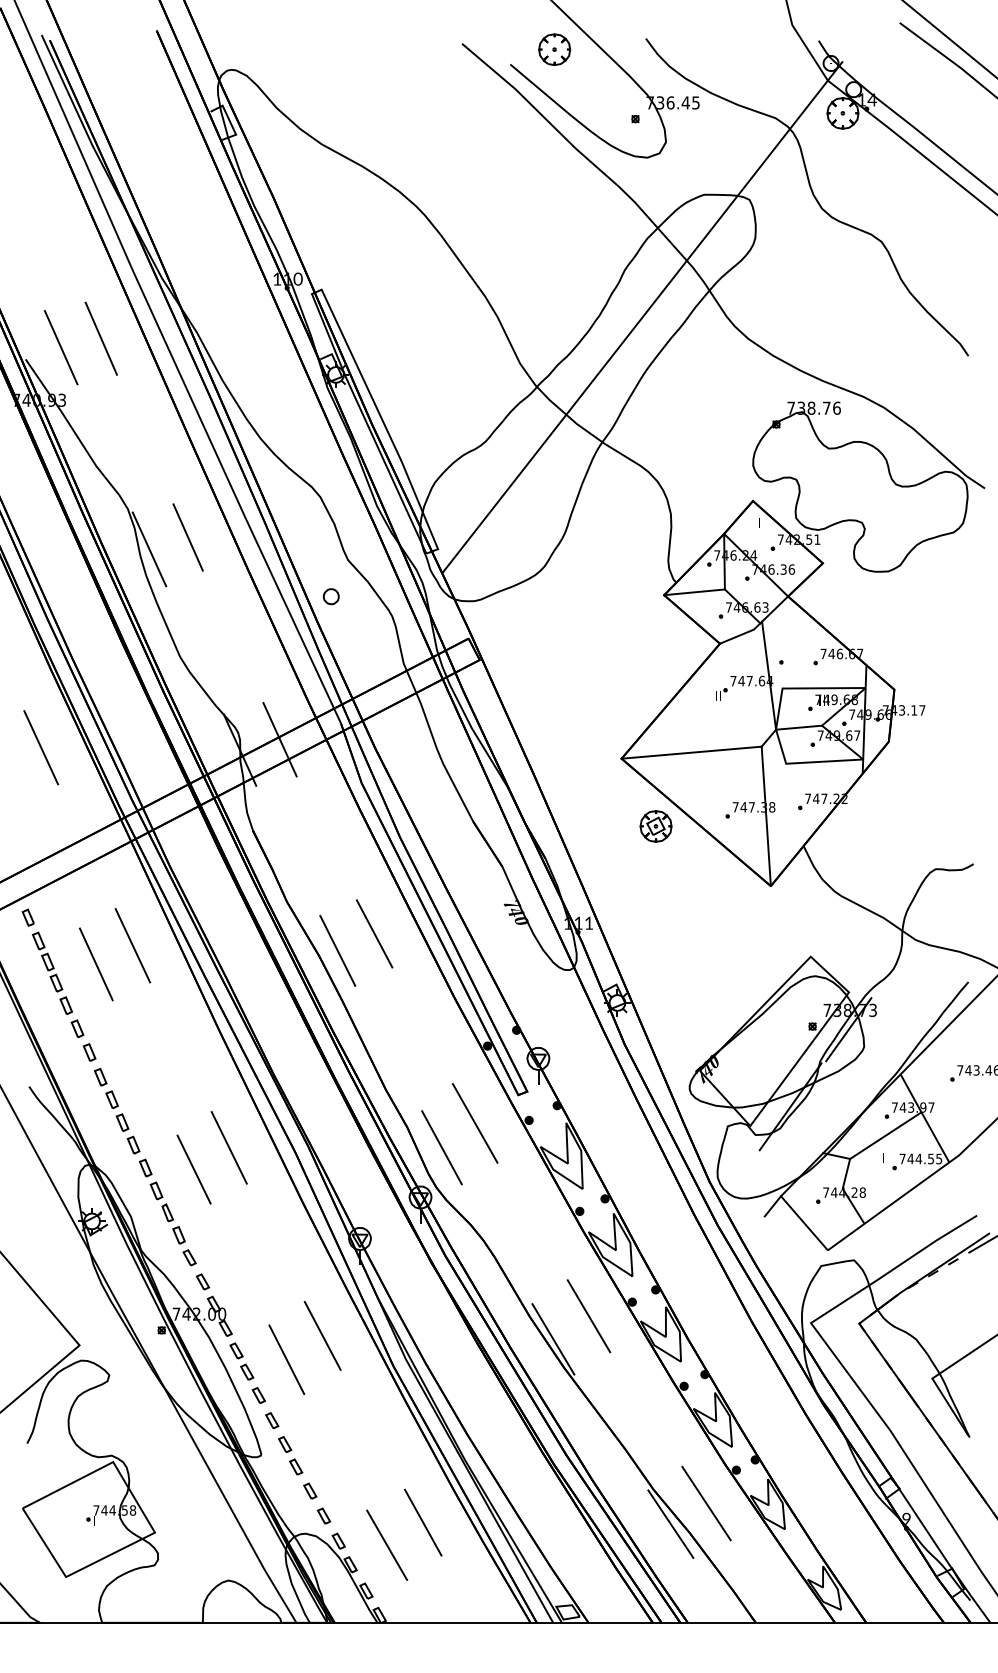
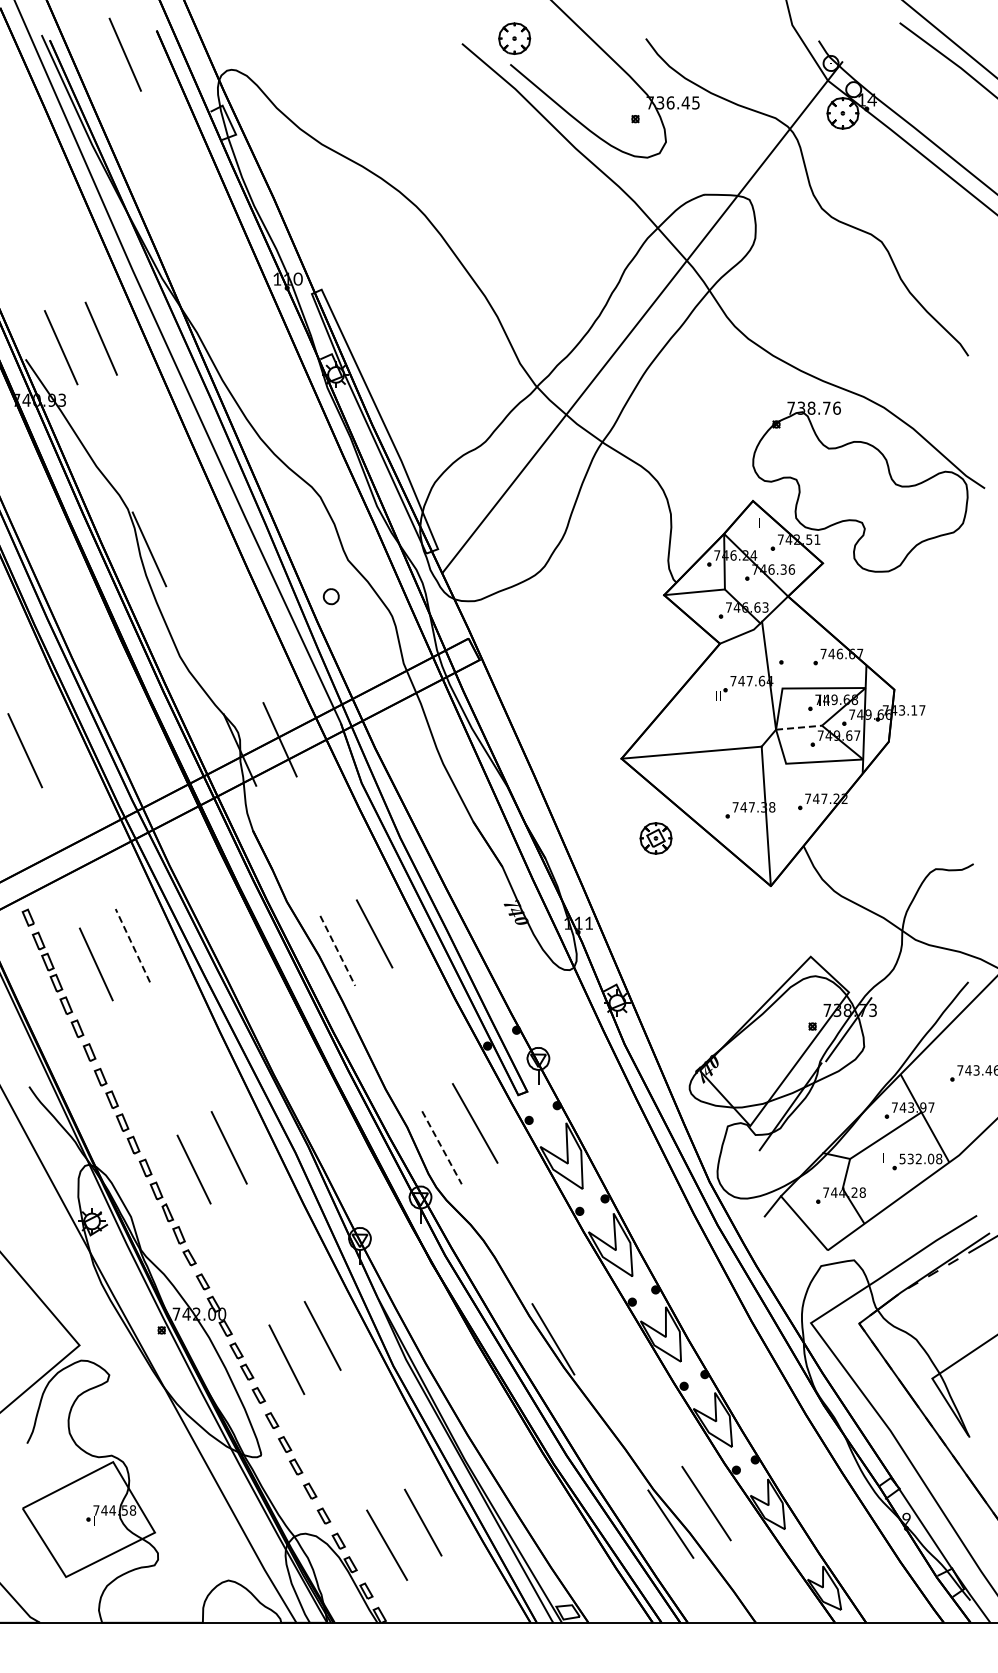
part at (554, 49) position: (554, 49) -> (514, 38)
line at (124, 54): none -> present
line at (187, 537): present -> none
line at (799, 727): solid -> dashed
line at (41, 747) position: (41, 747) -> (25, 750)
part at (655, 826) position: (655, 826) -> (655, 838)
line at (132, 945): solid -> dashed
line at (338, 951): solid -> dashed
line at (441, 1147): solid -> dashed
text at (920, 1158): 744.55 -> 532.08
line at (588, 1316): present -> none
